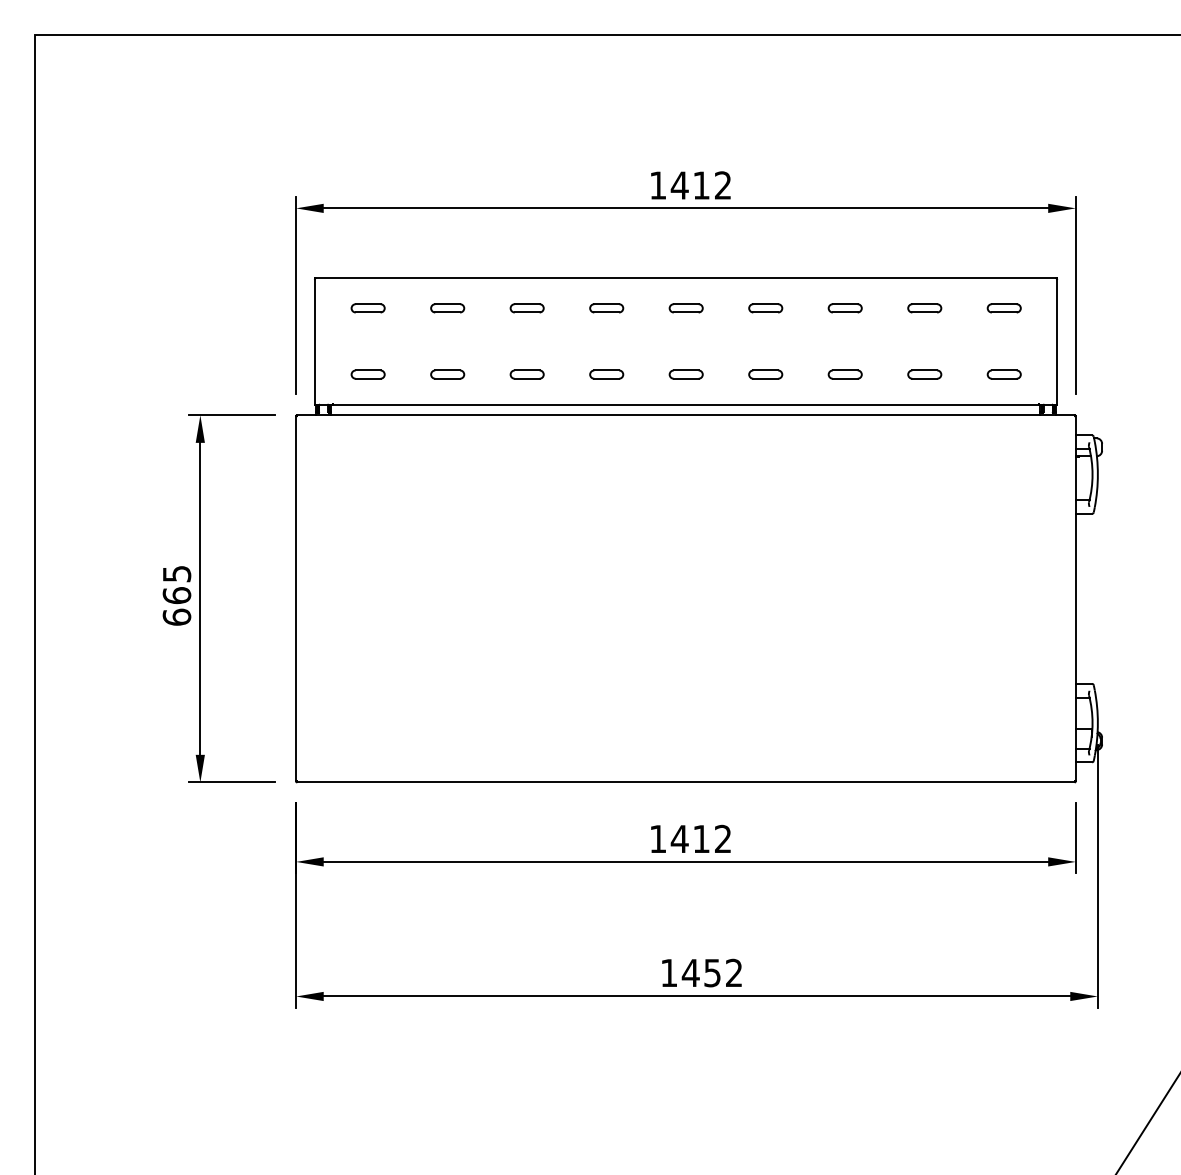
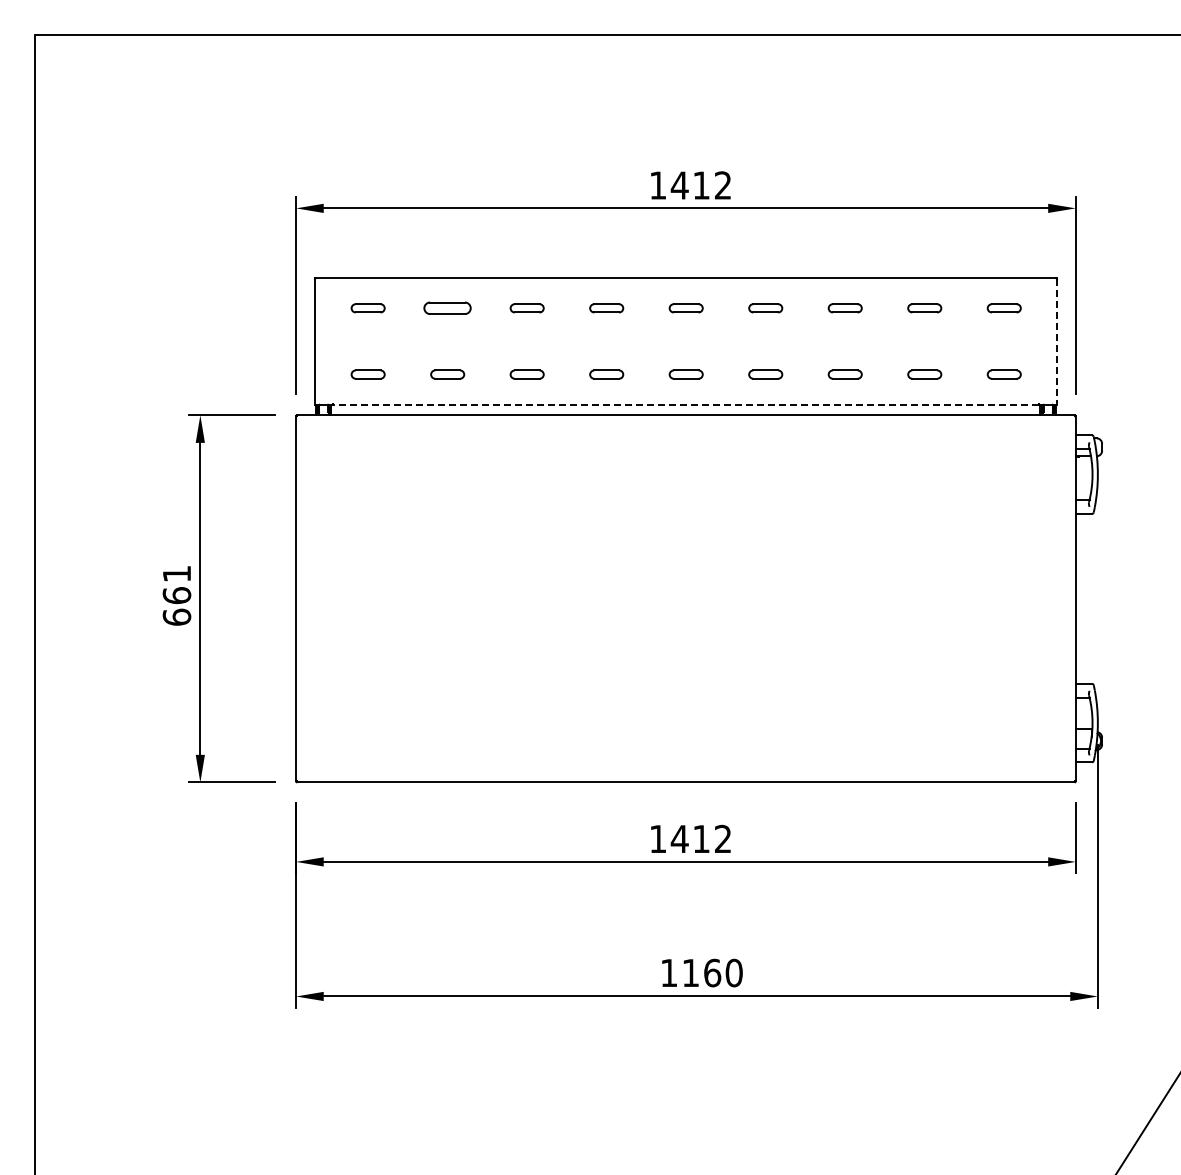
part at (447, 308) size: 36x11 px -> 49x14 px
line at (1057, 341): solid -> dashed
line at (685, 405): solid -> dashed
text at (177, 574): 665 -> 661
text at (711, 972): 1452 -> 1160
